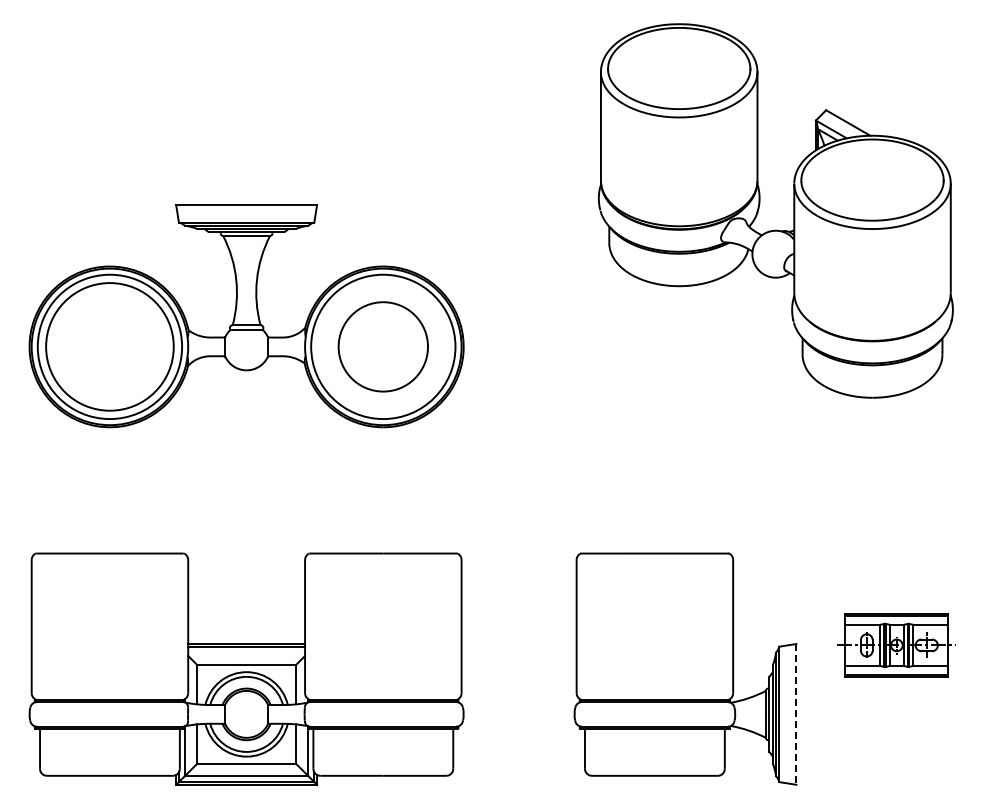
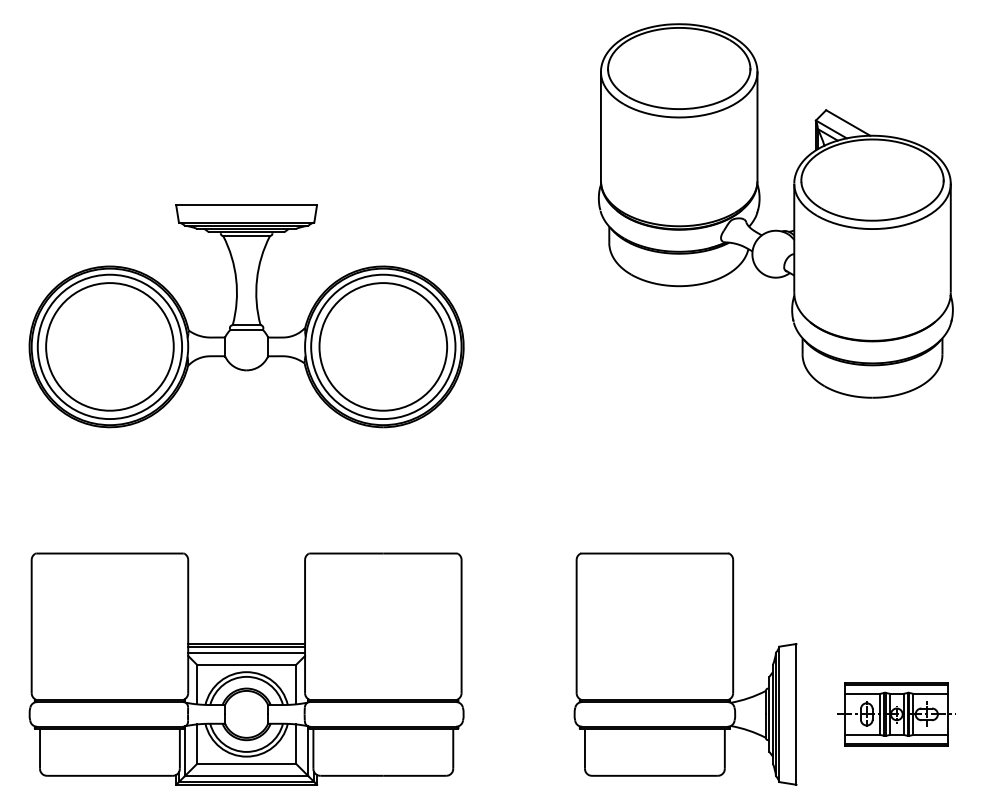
circle at (383, 346) diameter: 89 px -> 128 px
part at (896, 645) position: (896, 645) -> (896, 714)
line at (246, 652): none -> present
line at (796, 714): dashed -> solid
